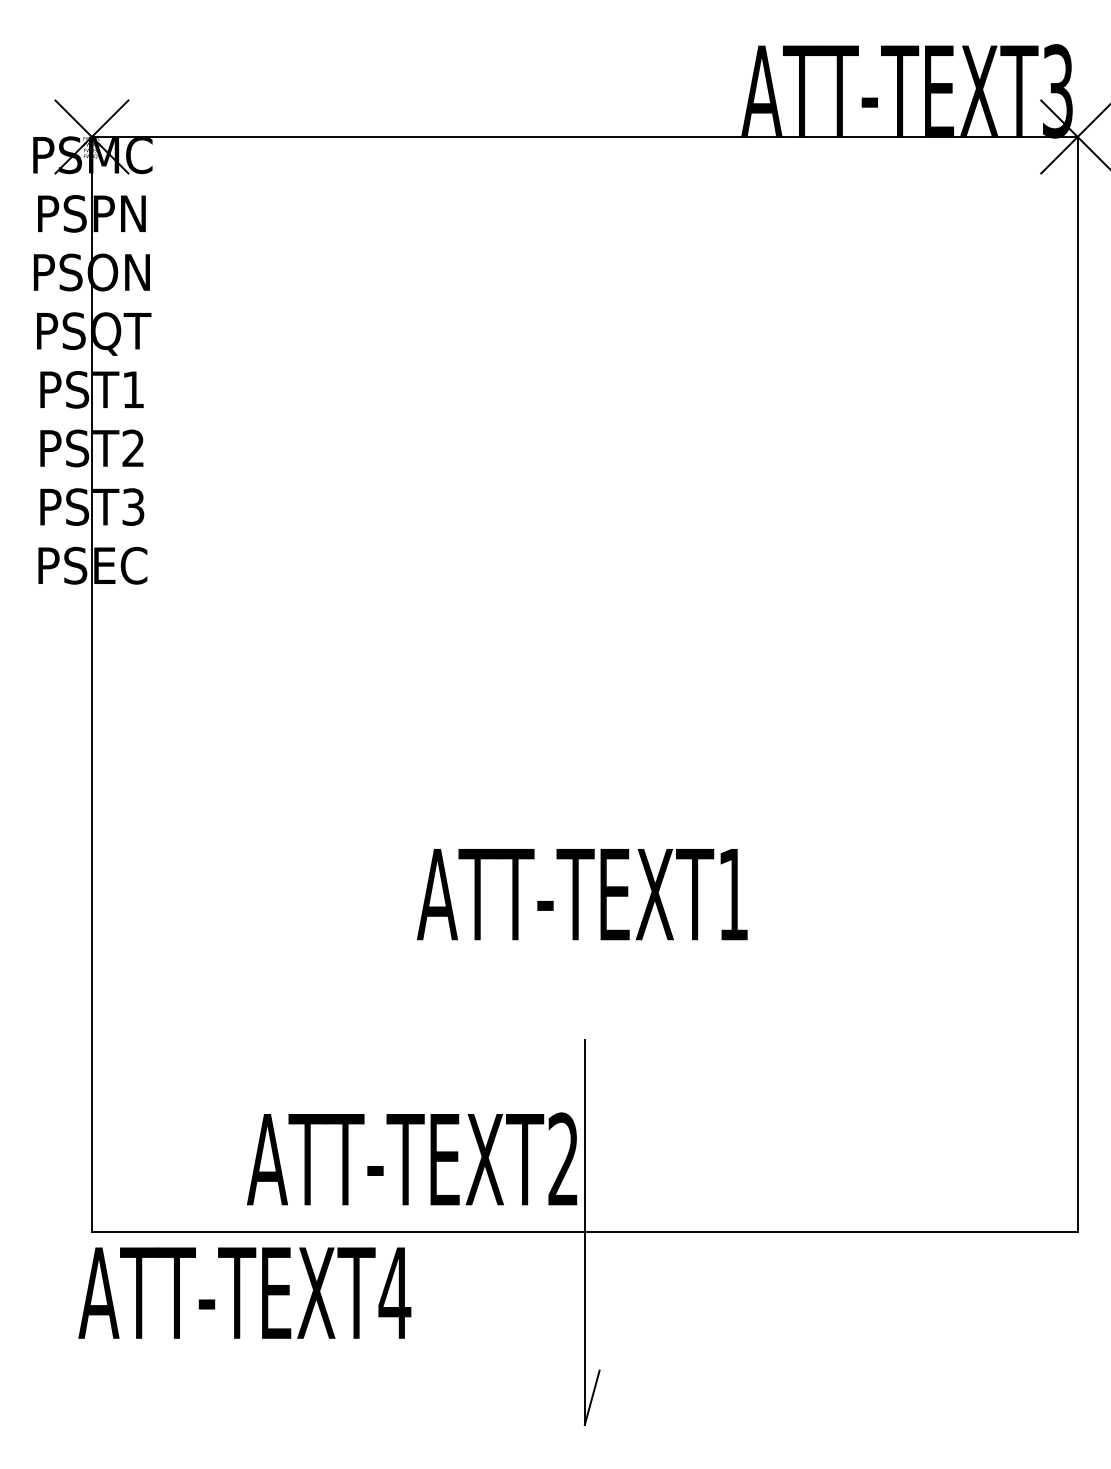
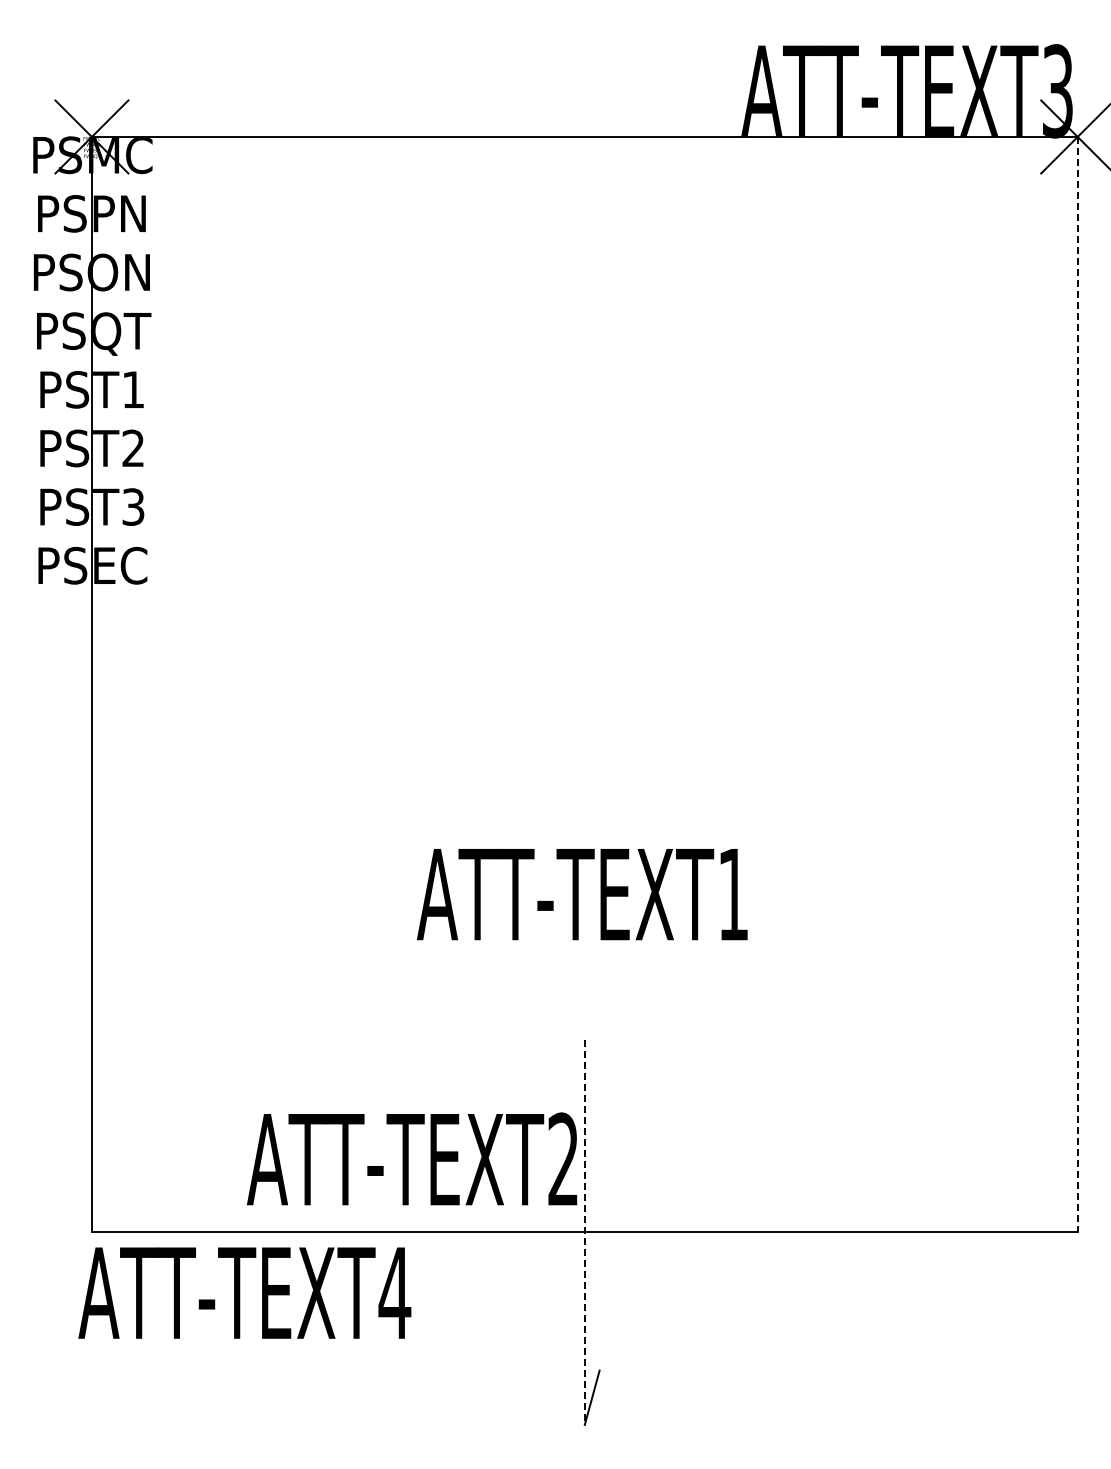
line at (1077, 684): solid -> dashed
line at (584, 1232): solid -> dashed
